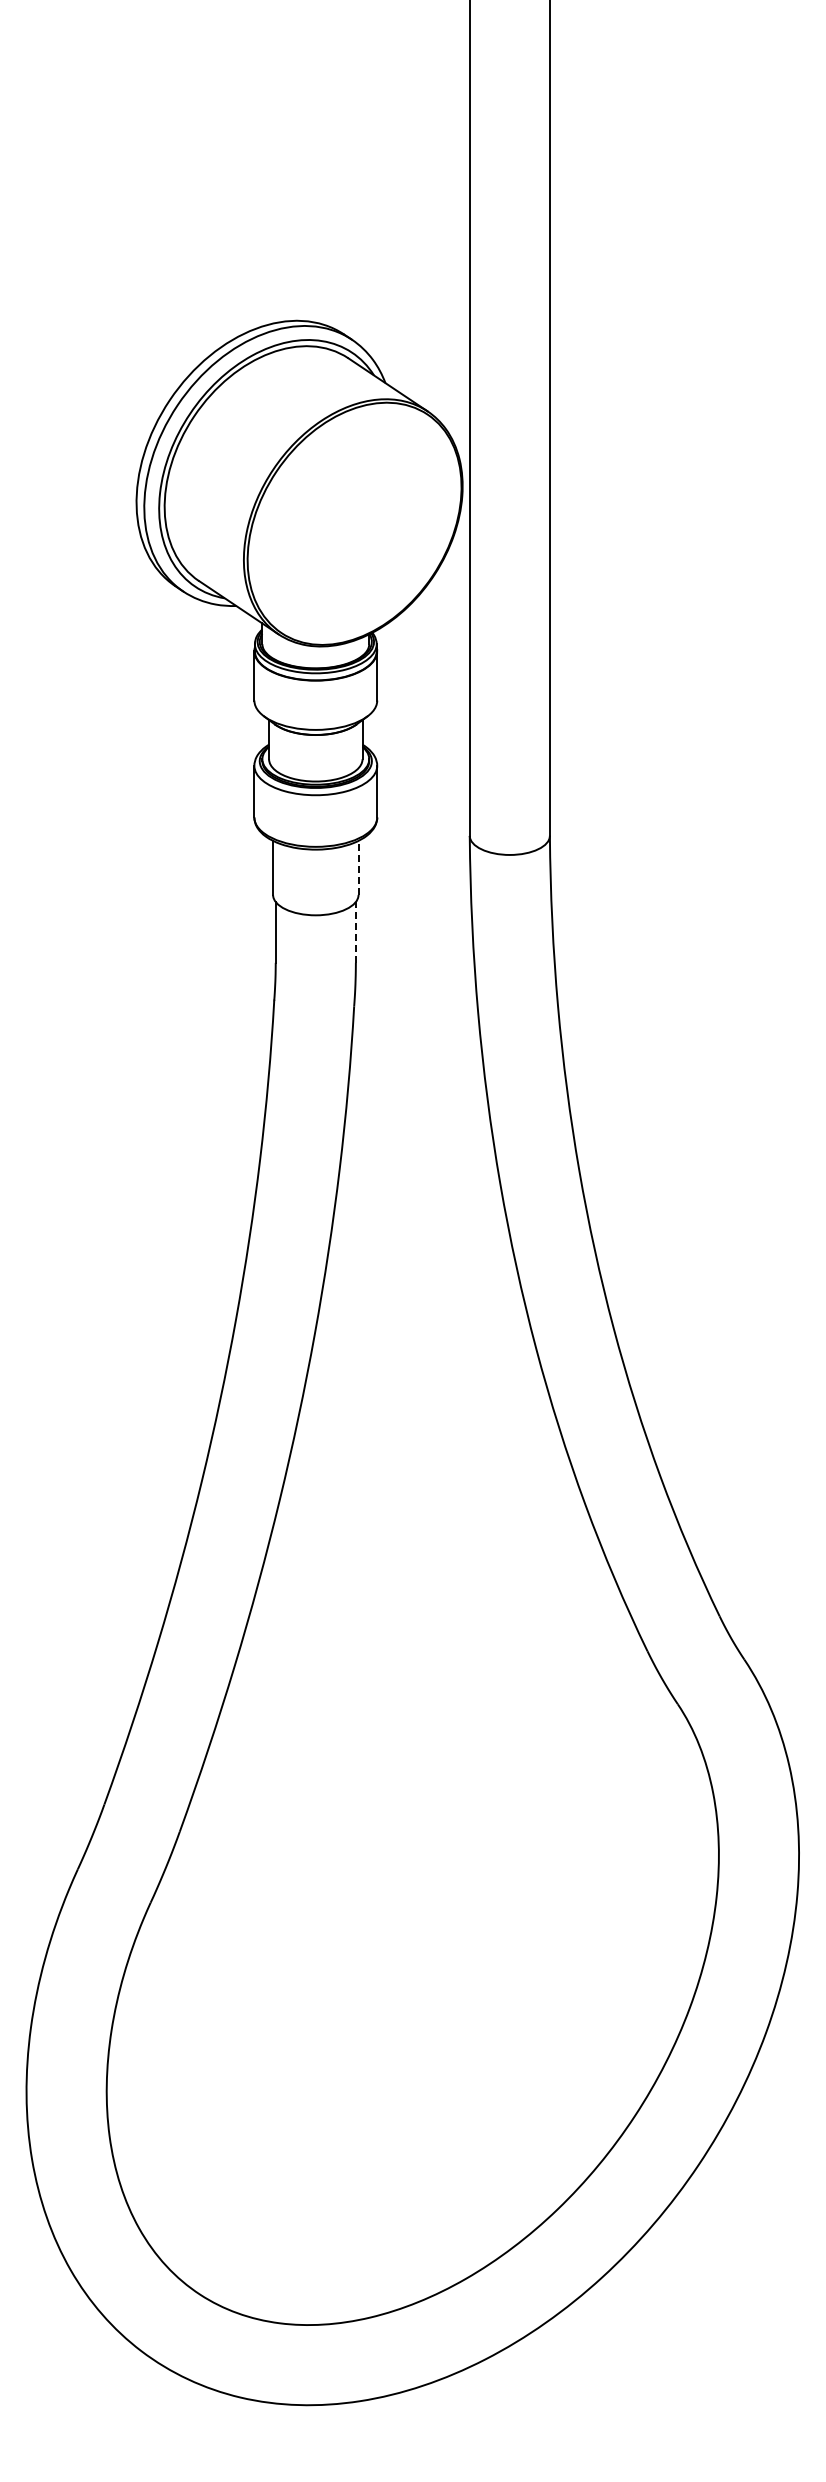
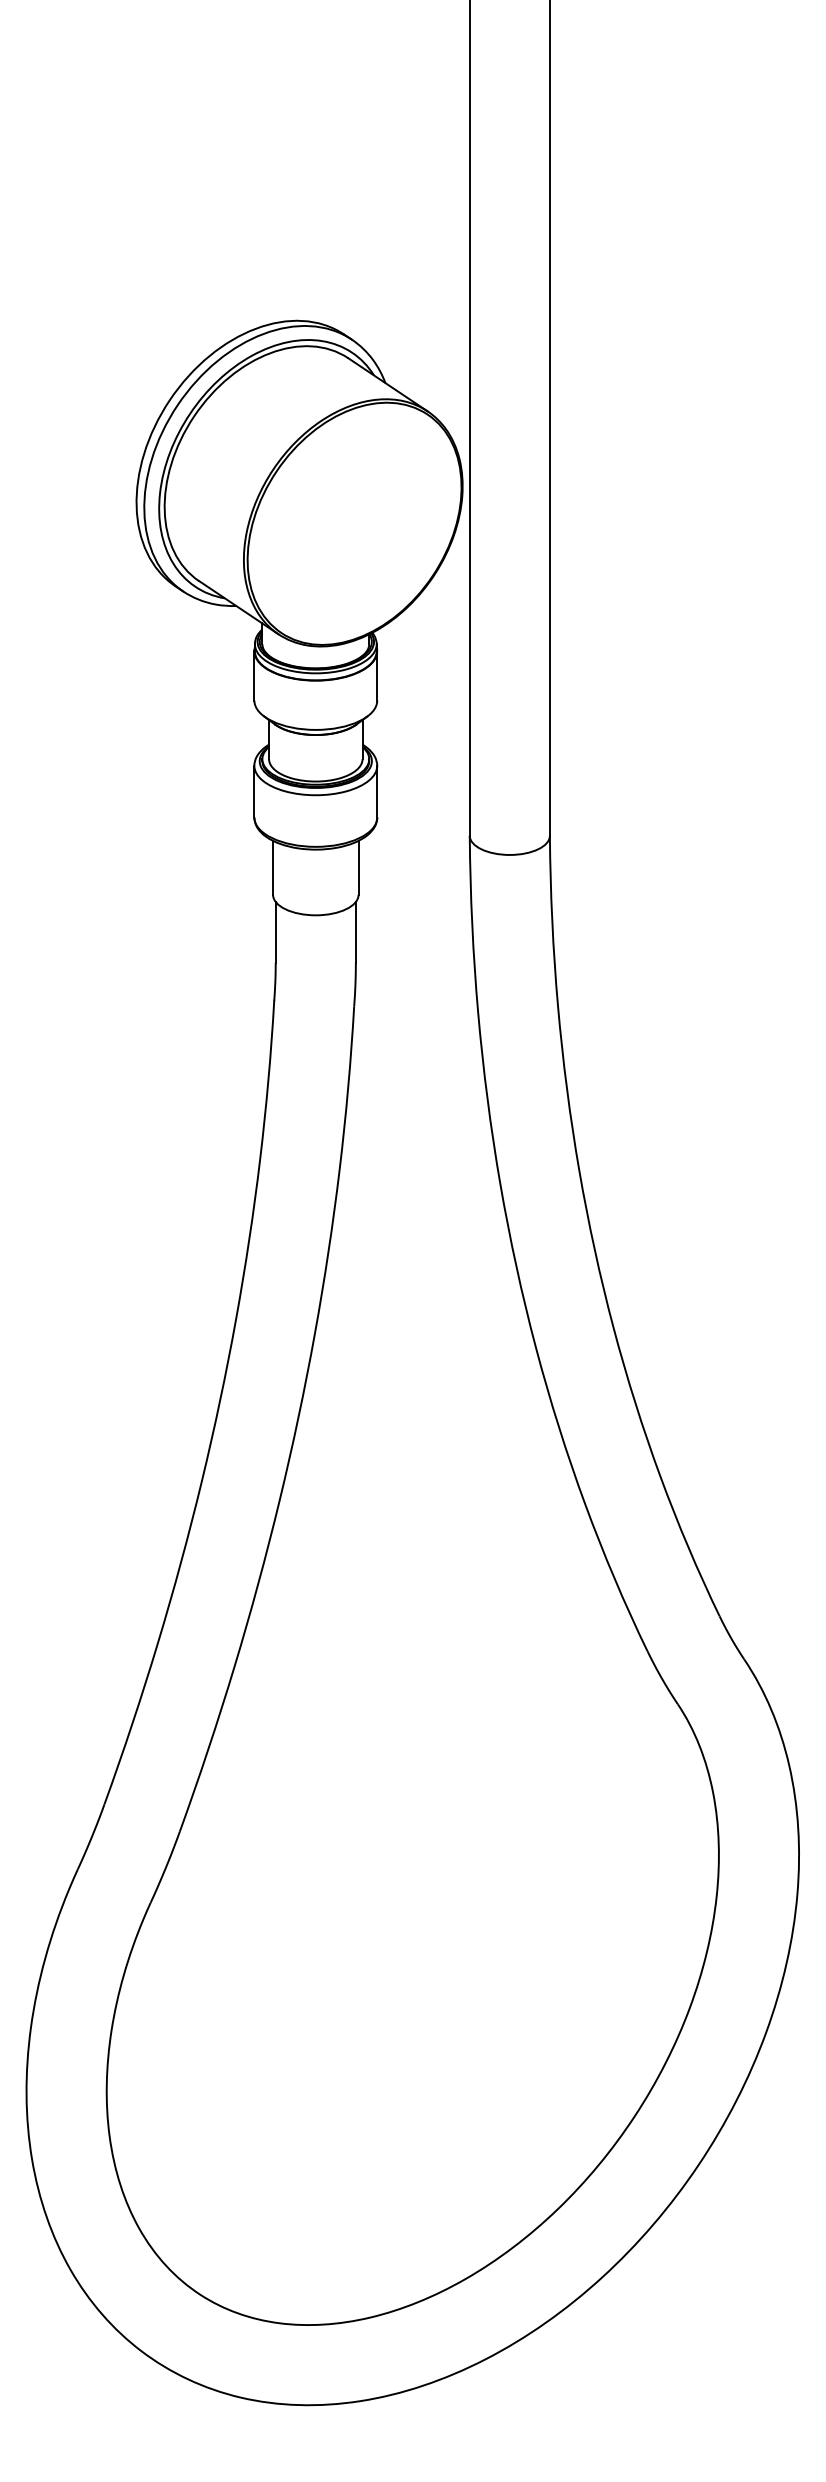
line at (358, 867): dashed -> solid
line at (355, 931): dashed -> solid
